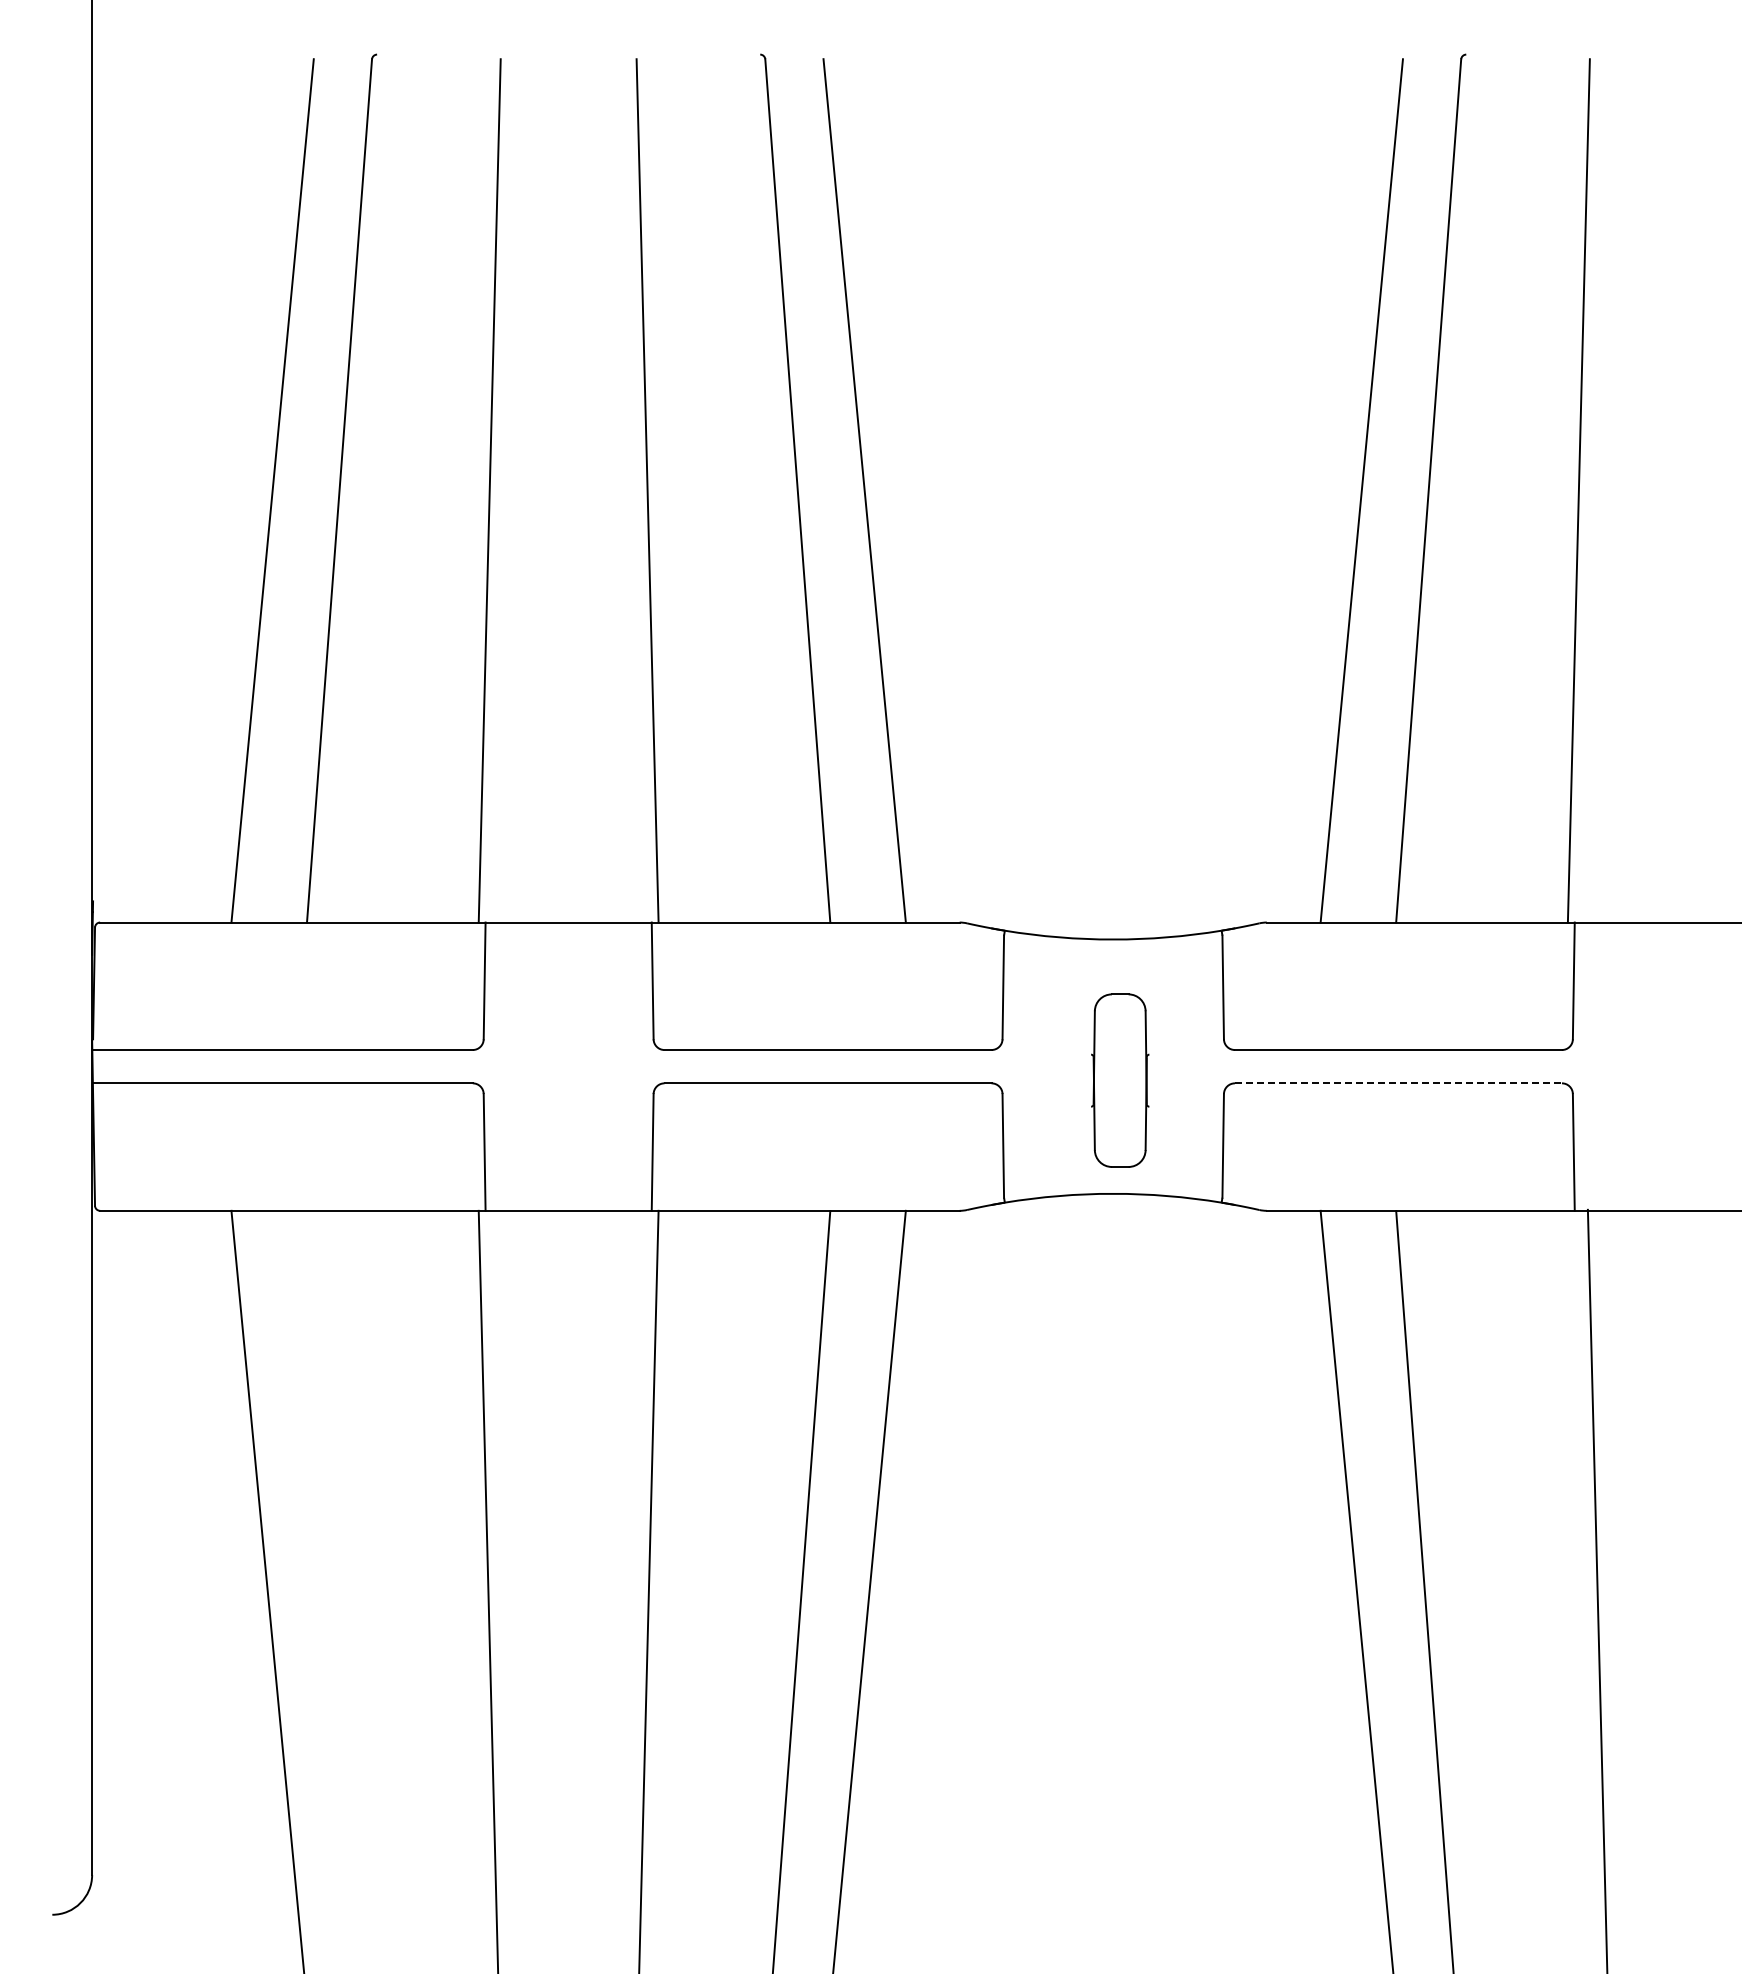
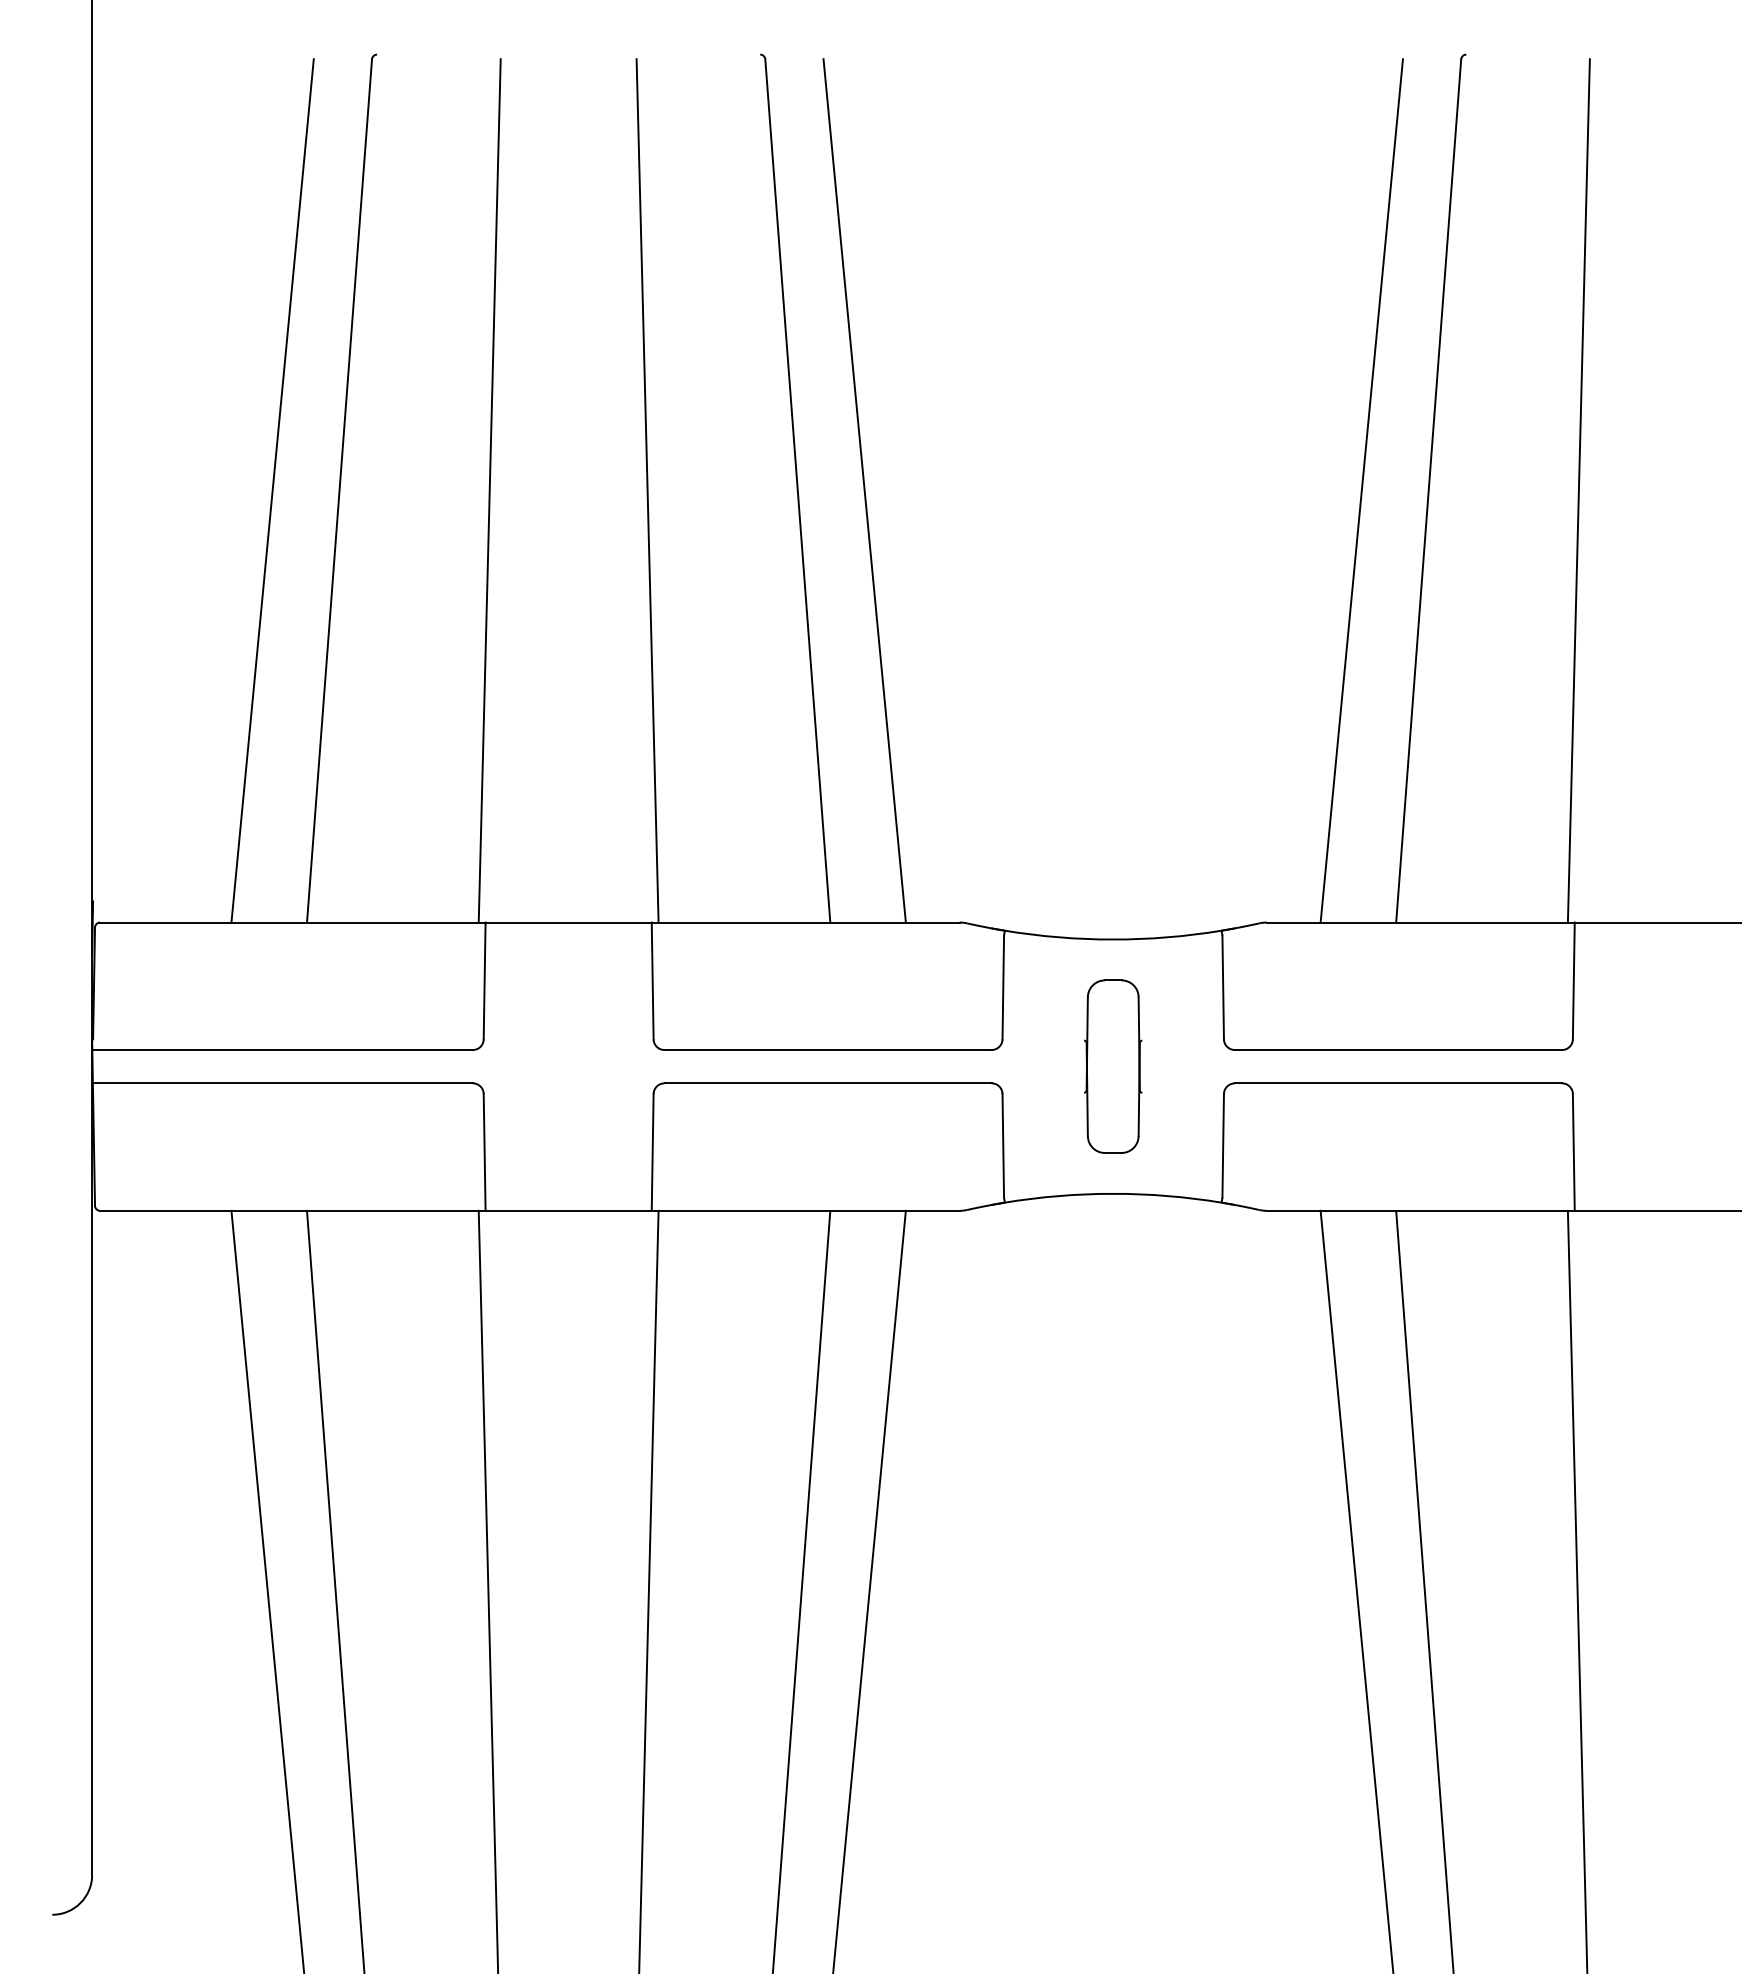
part at (1120, 1080) position: (1120, 1080) -> (1113, 1066)
line at (1398, 1083): dashed -> solid
line at (1597, 1589) position: (1597, 1589) -> (1577, 1590)
line at (335, 1590): none -> present
